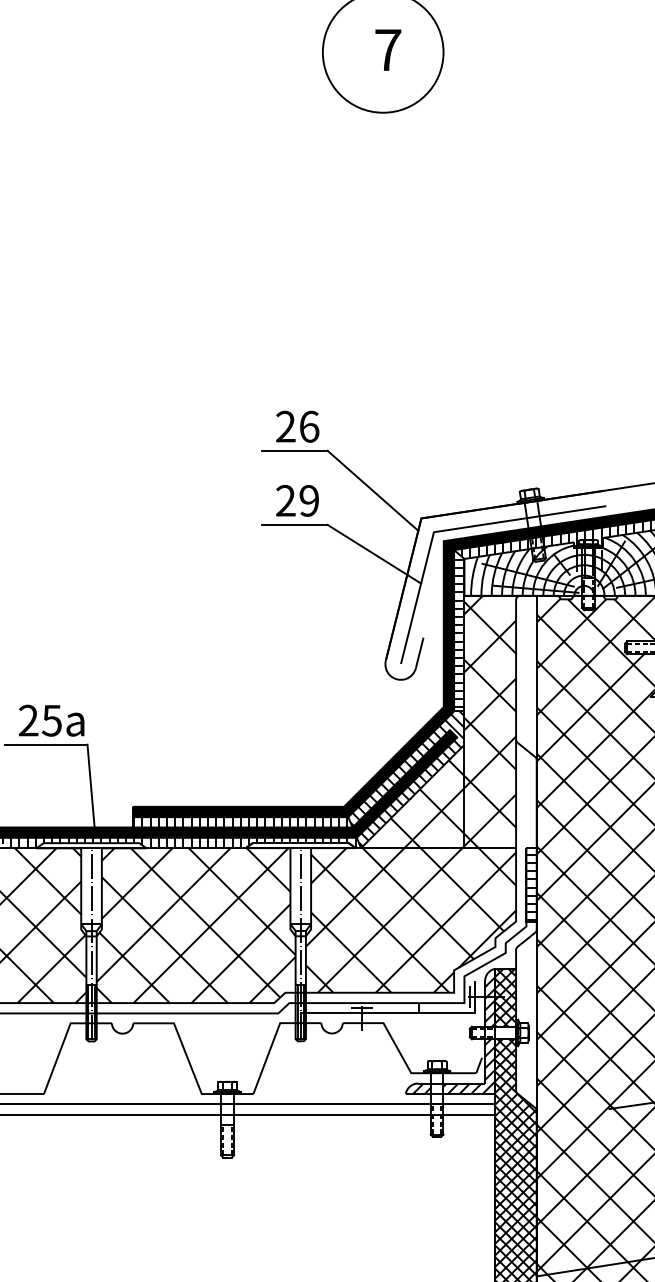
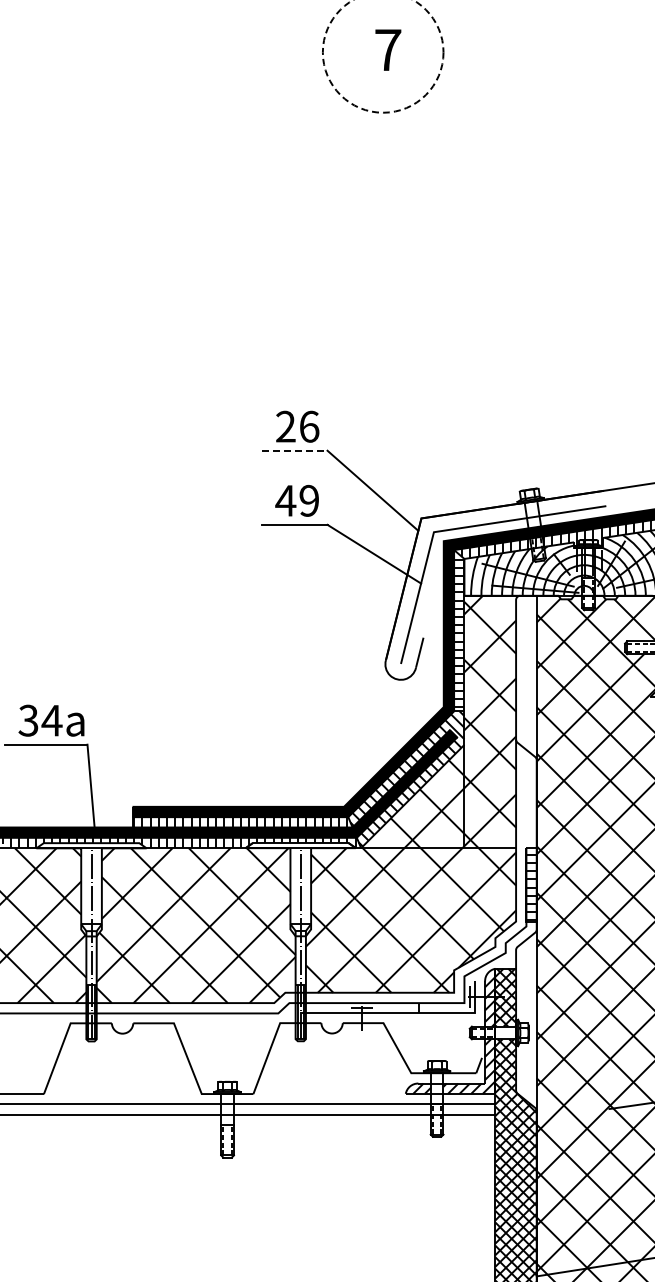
circle at (382, 56): solid -> dashed
line at (294, 450): solid -> dashed
text at (285, 500): 29 -> 49
text at (40, 720): 25 -> 34
